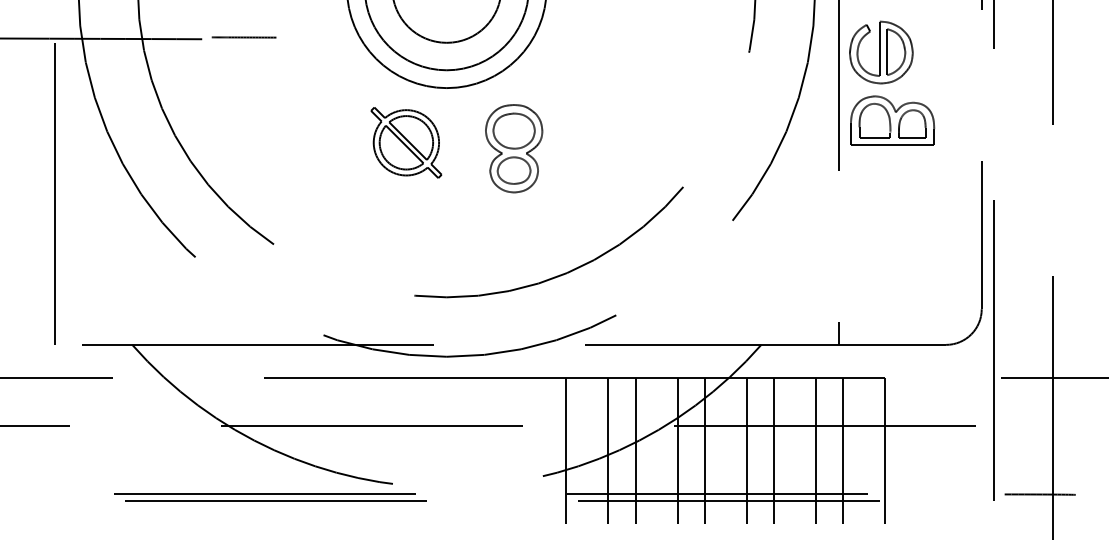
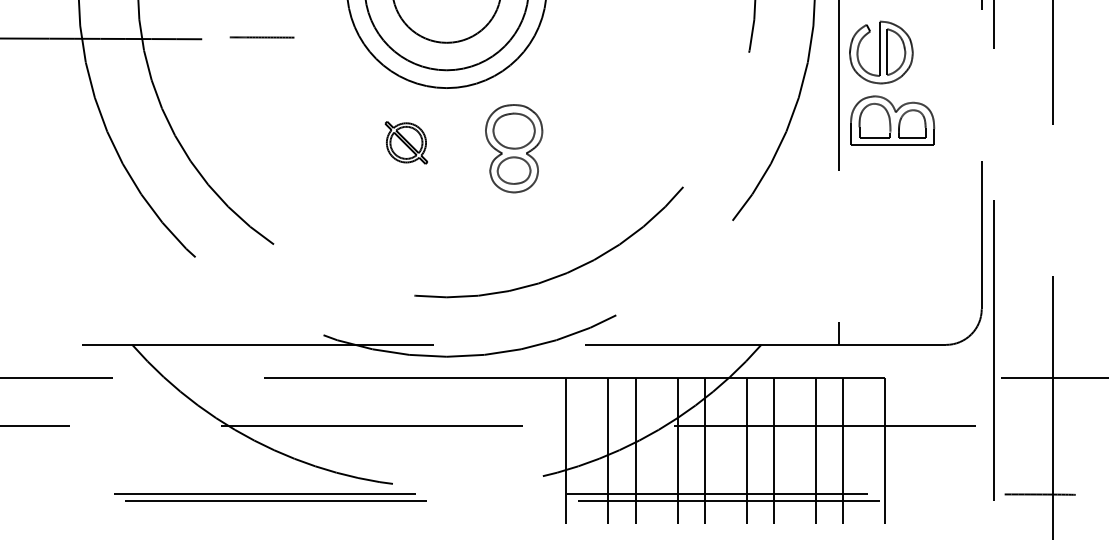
line at (243, 37) position: (243, 37) -> (261, 37)
part at (406, 142) size: 73x72 px -> 44x44 px
line at (54, 173): present -> none
